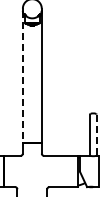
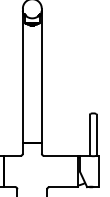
line at (22, 76): dashed -> solid
line at (96, 135): dashed -> solid
